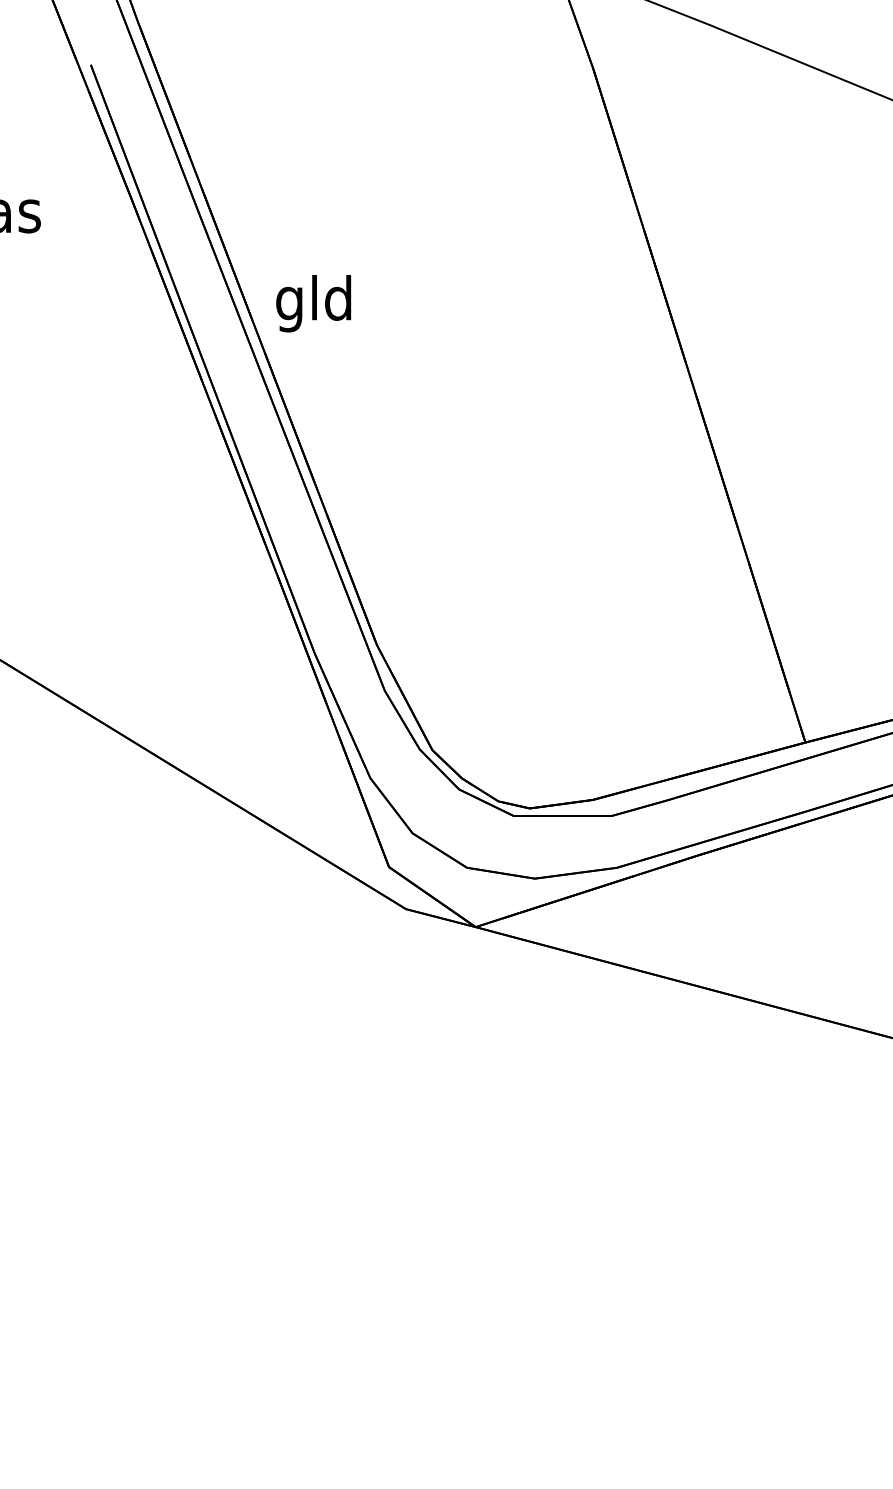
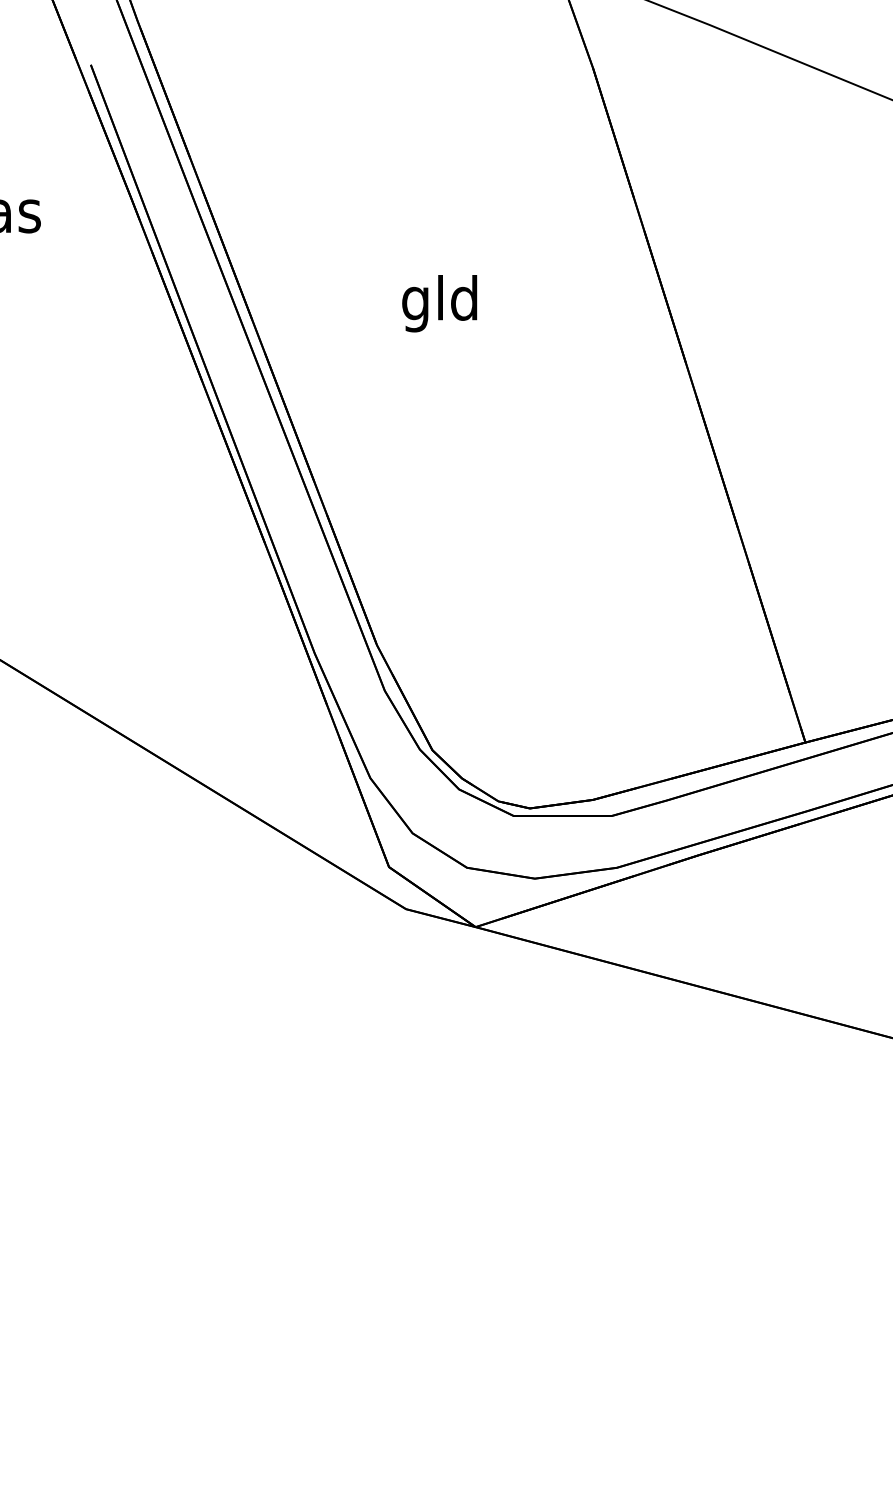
text at (313, 303) position: (313, 303) -> (439, 303)
